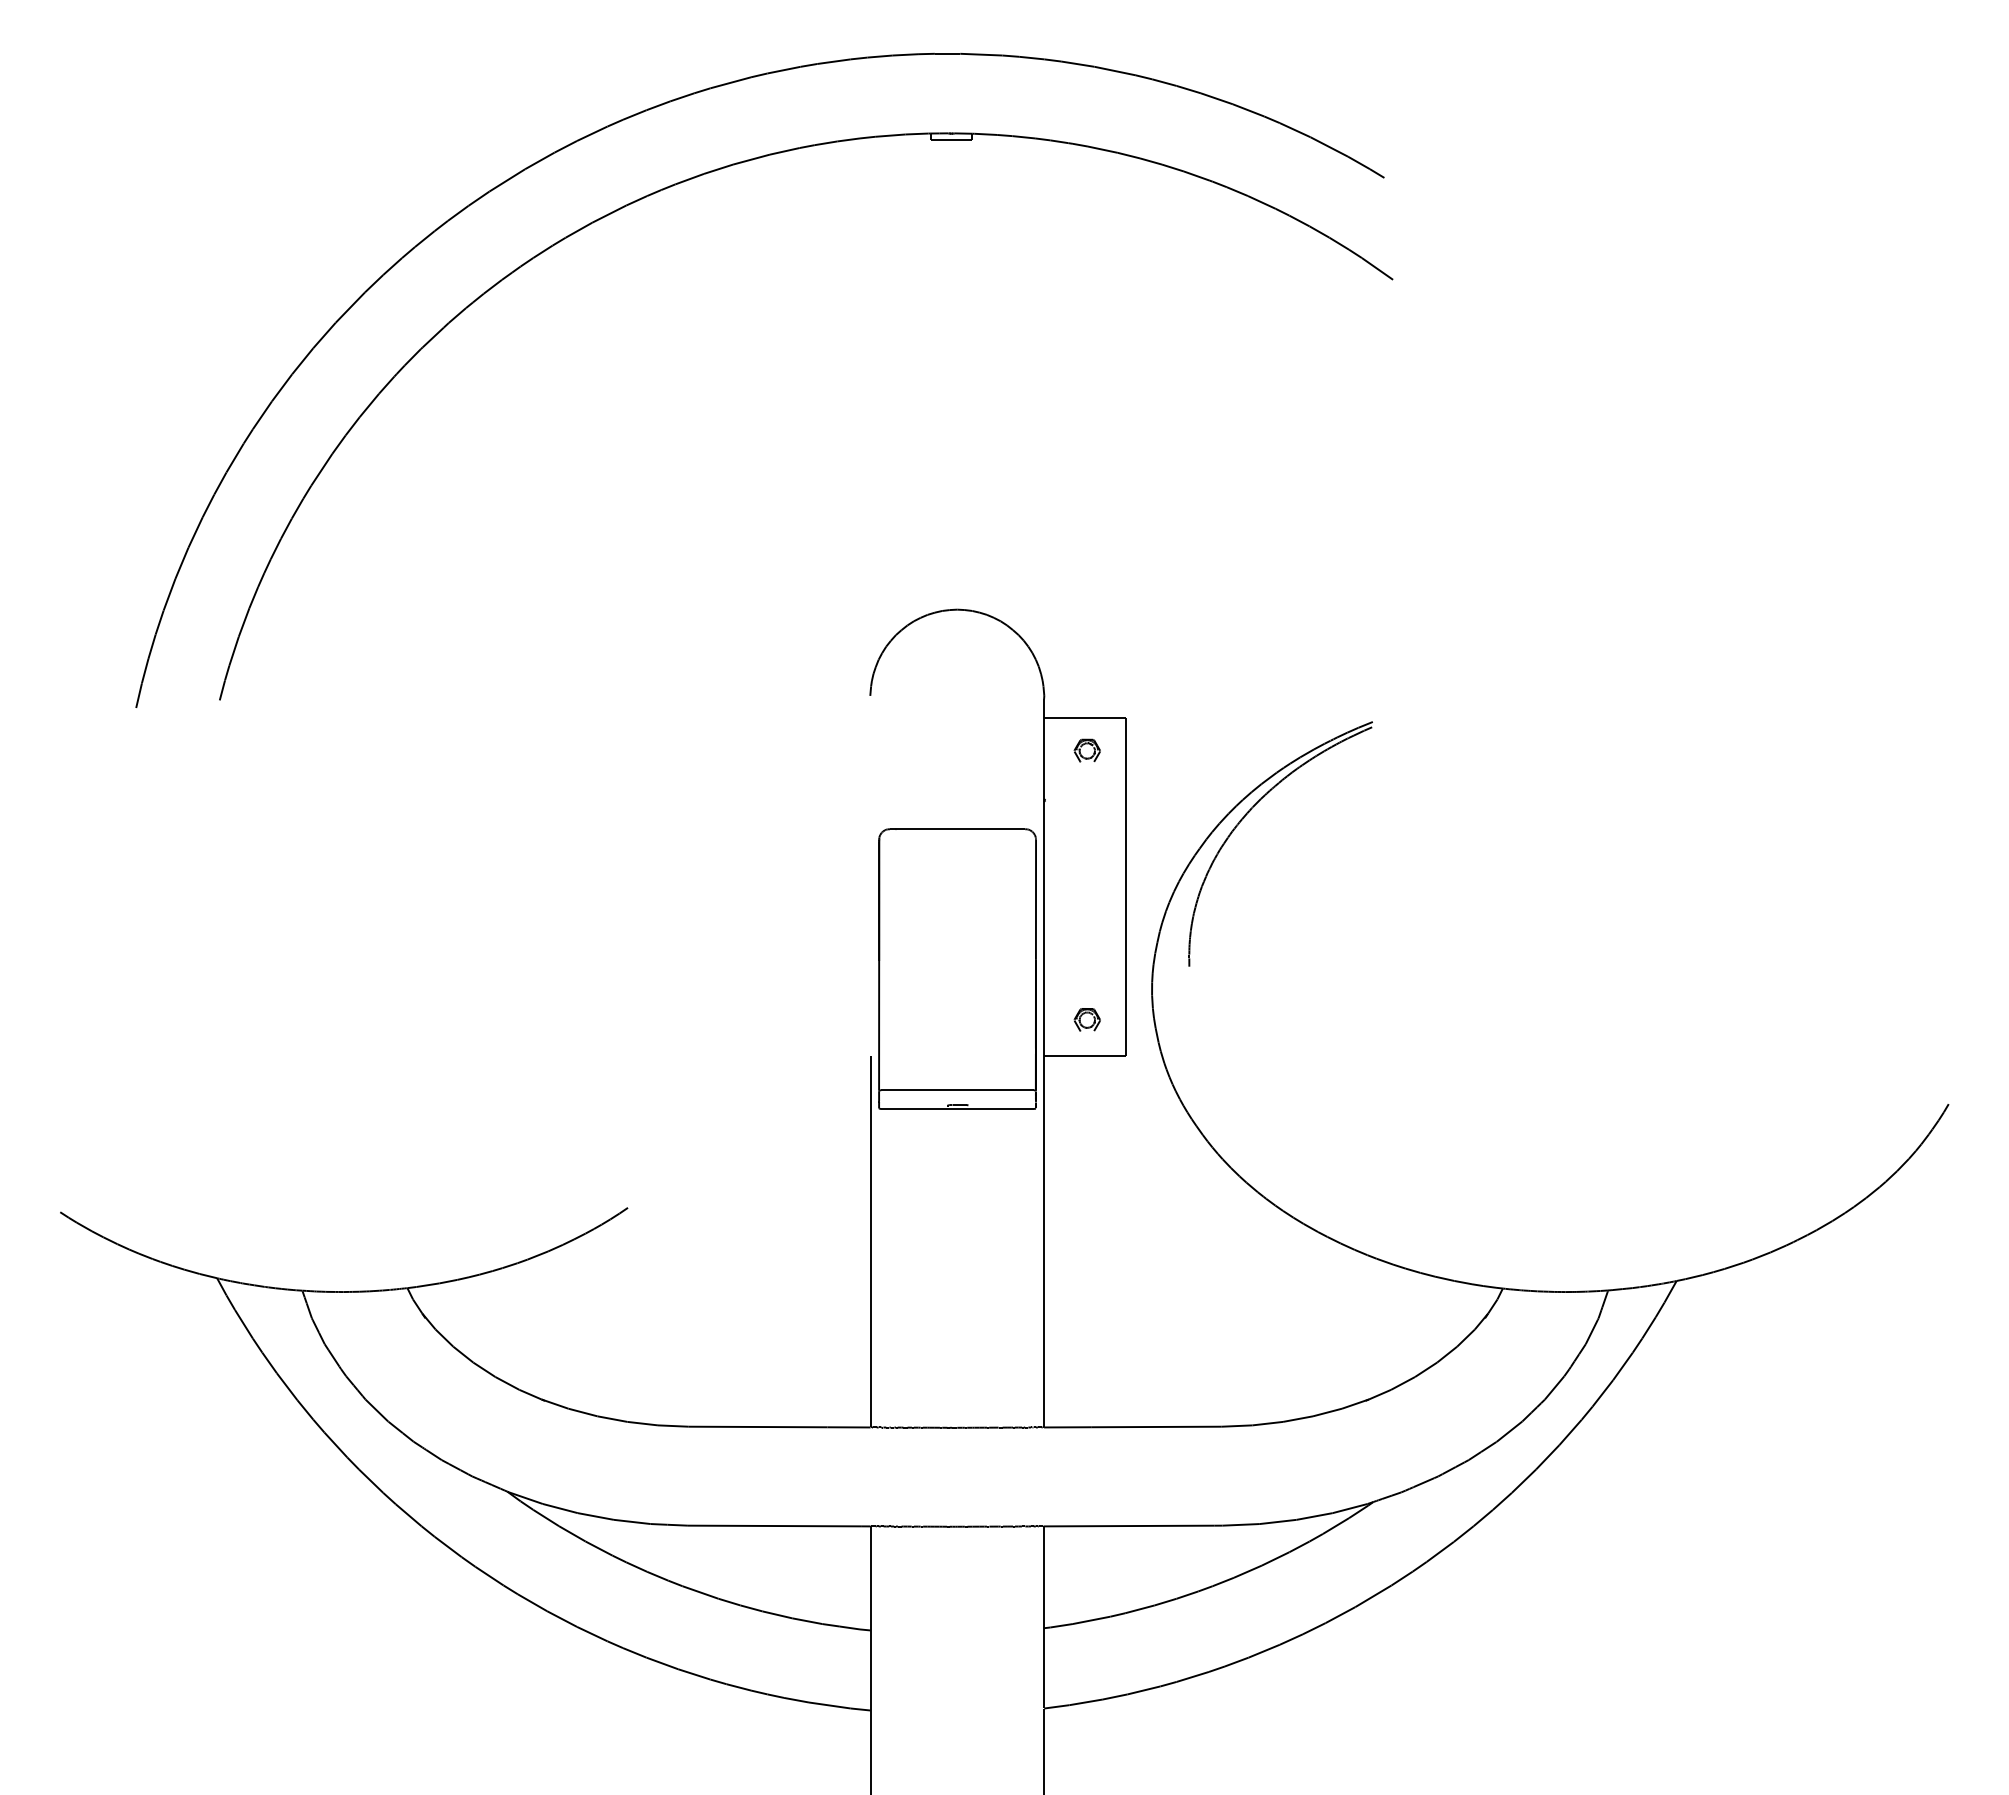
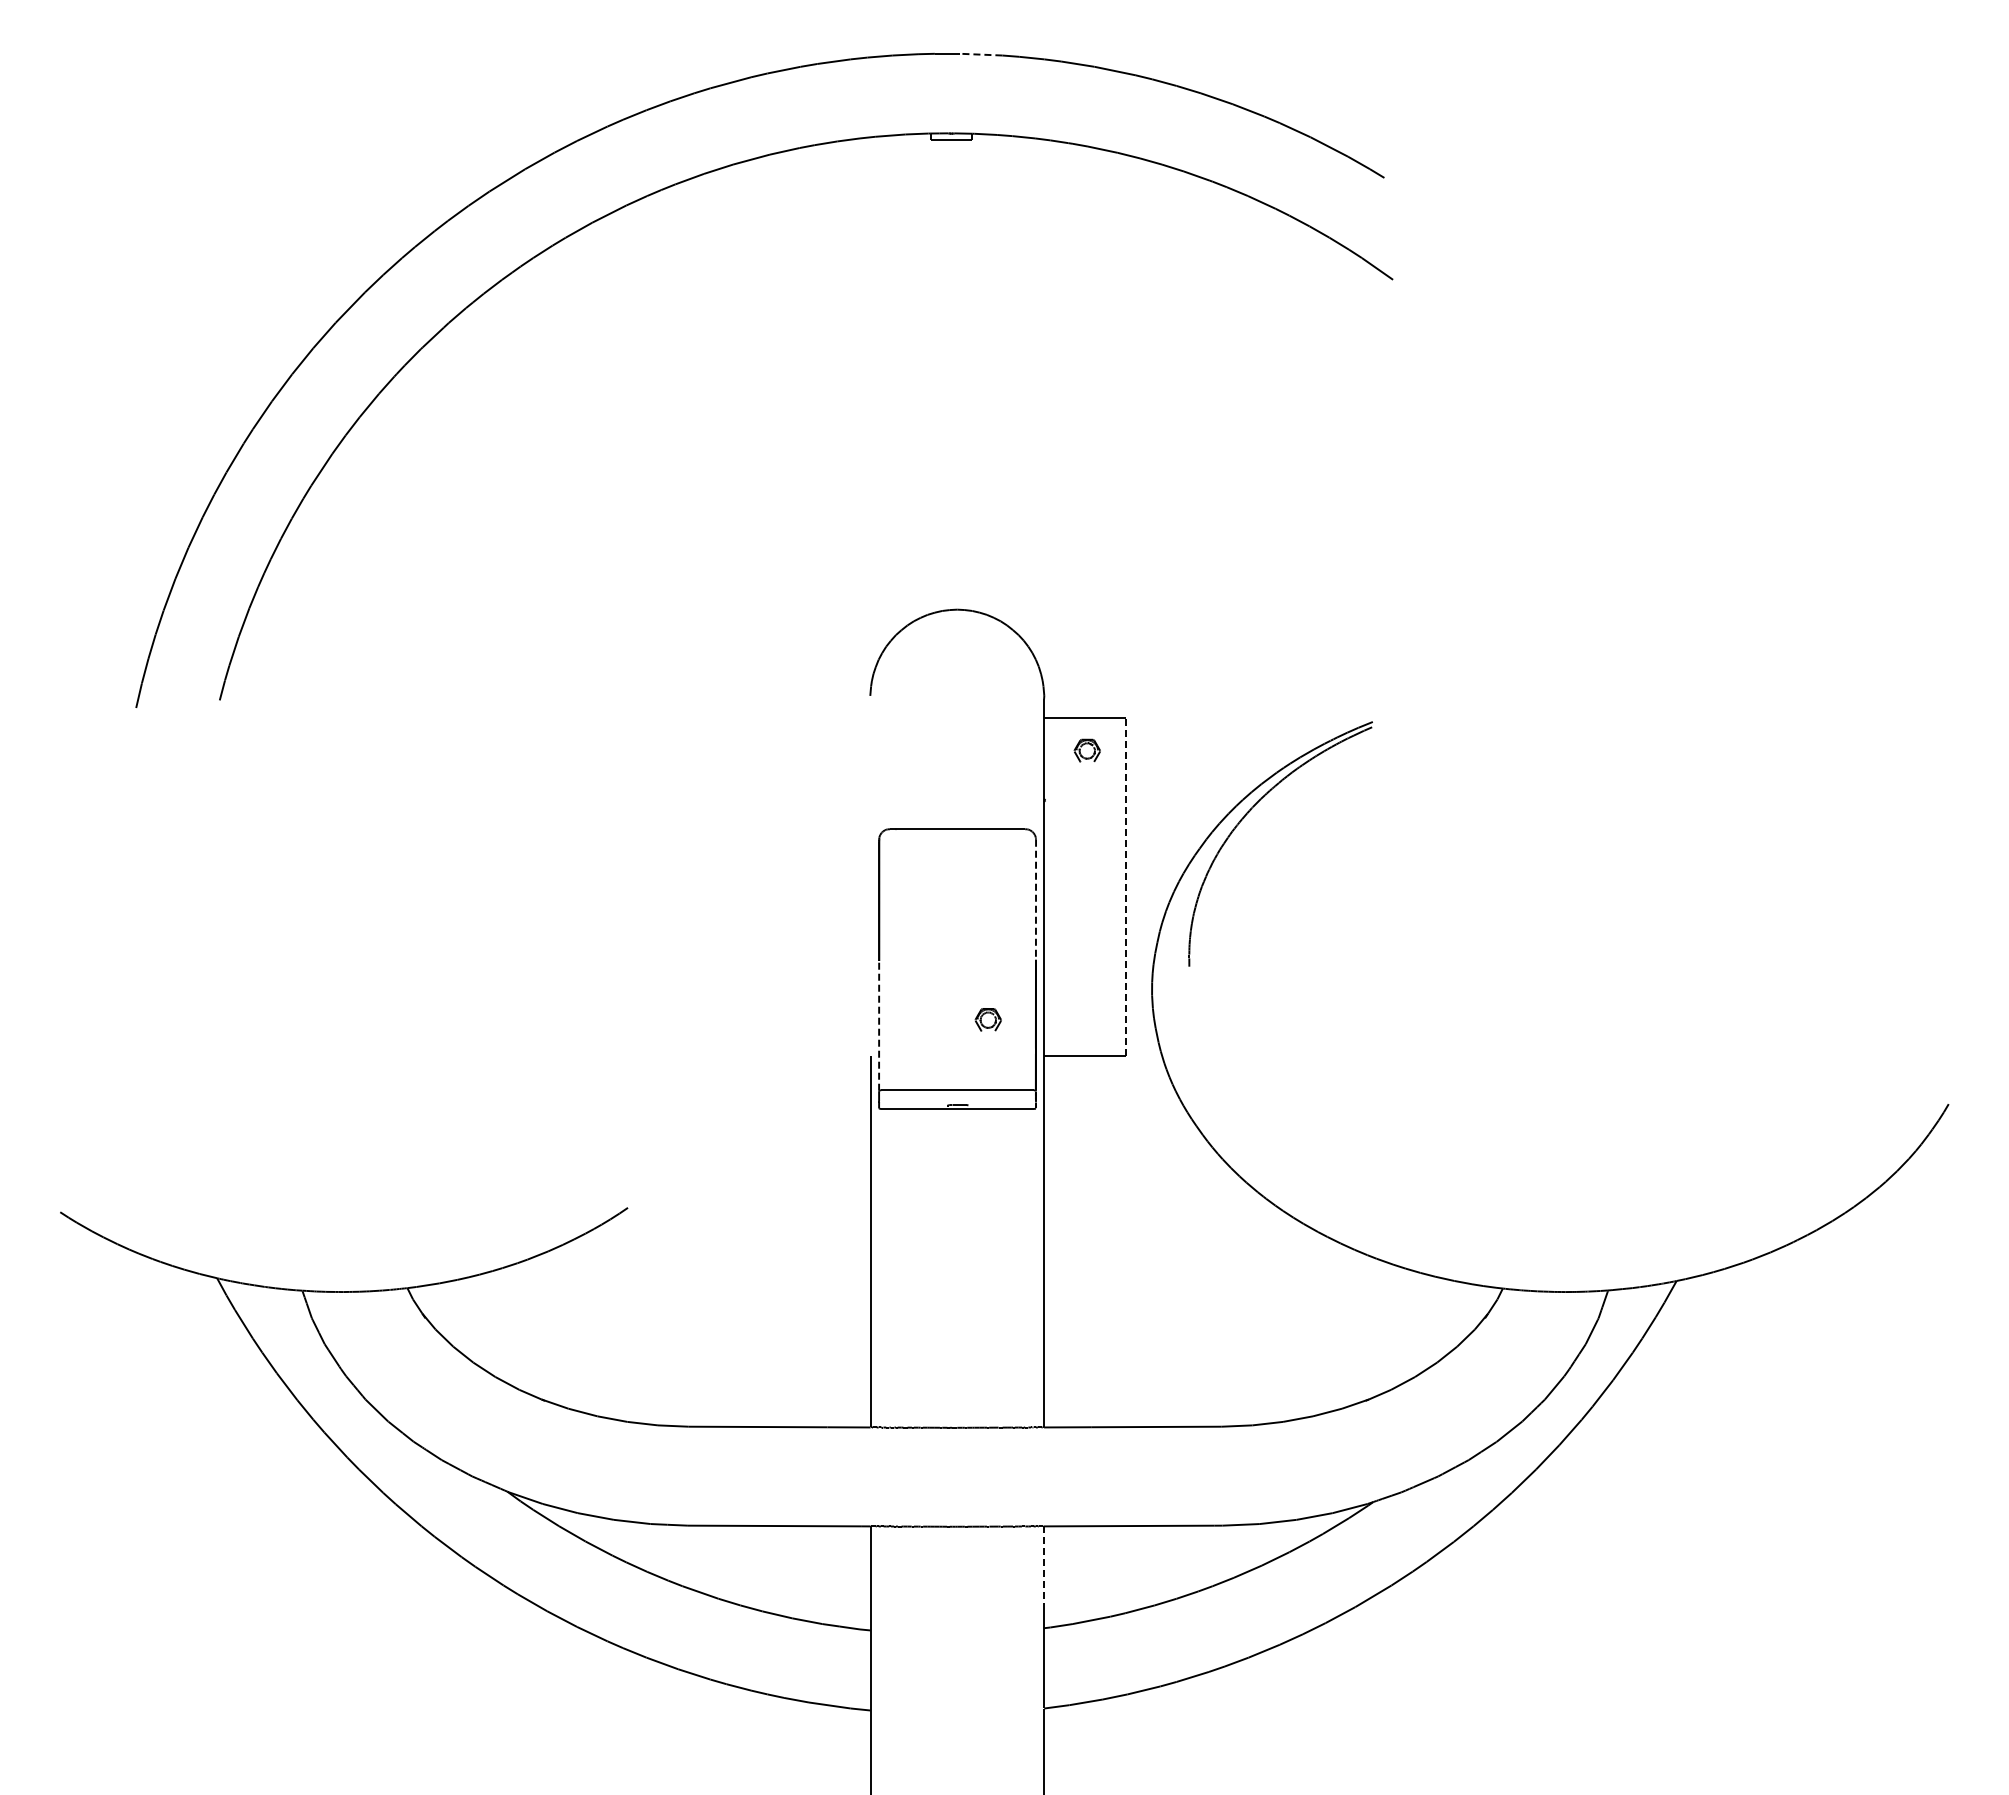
line at (980, 54): solid -> dashed
line at (1125, 886): solid -> dashed
line at (1036, 900): solid -> dashed
part at (1086, 1019) position: (1086, 1019) -> (987, 1019)
line at (879, 1025): solid -> dashed
line at (1044, 1566): solid -> dashed
